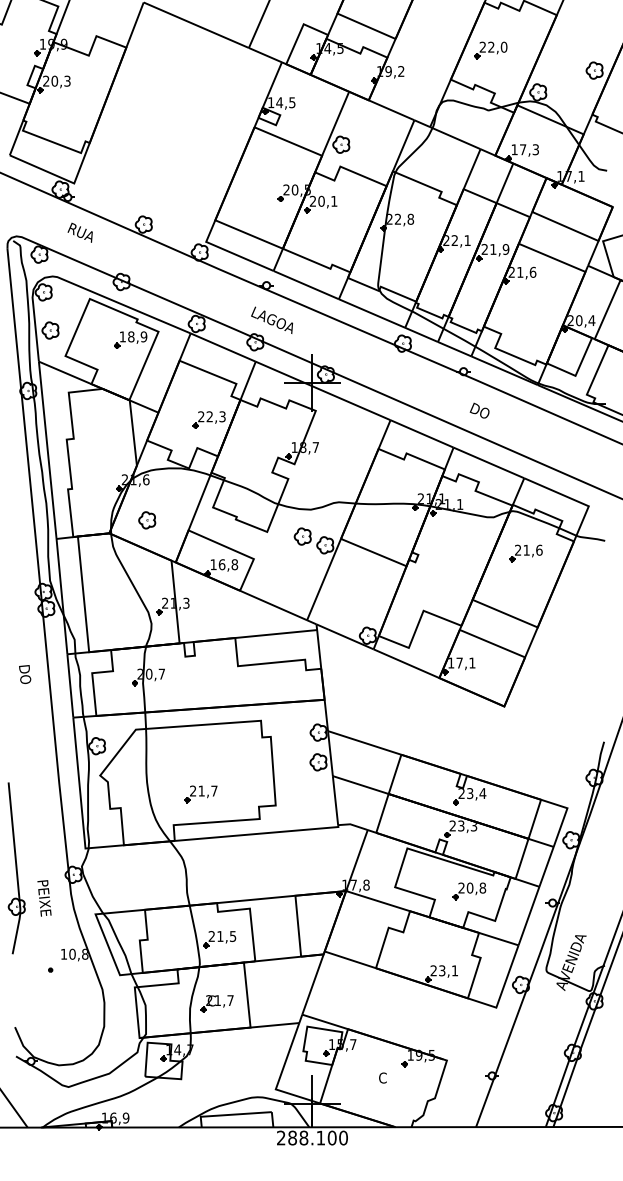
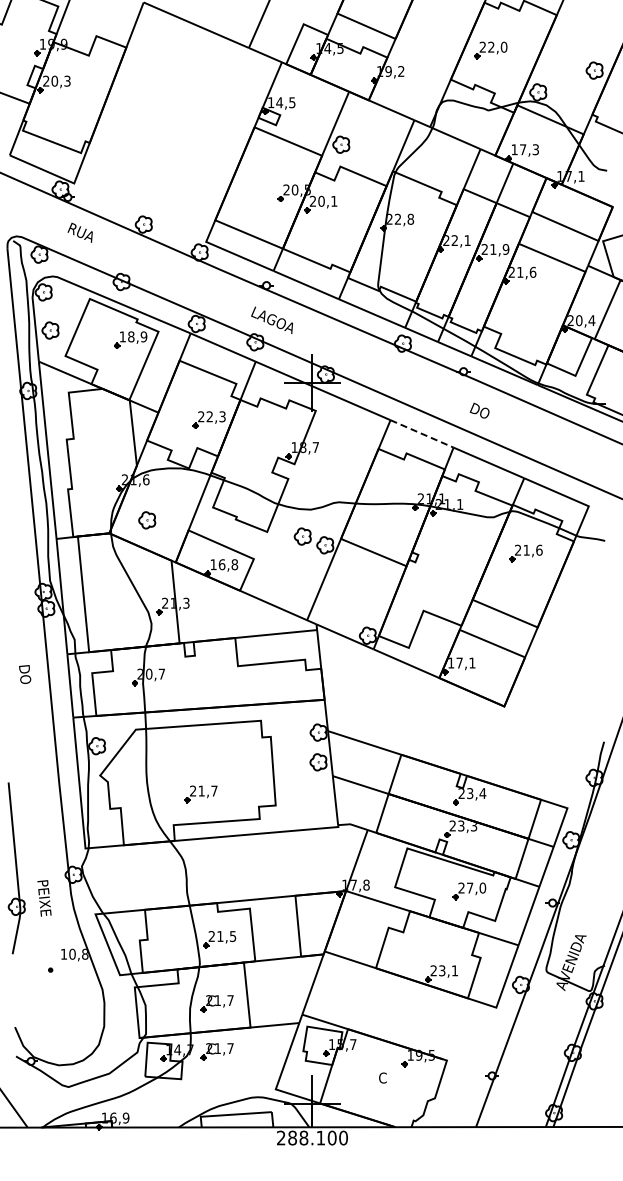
line at (422, 434): solid -> dashed
text at (476, 887): 20,8 -> 27,0
part at (216, 1051): none -> present
